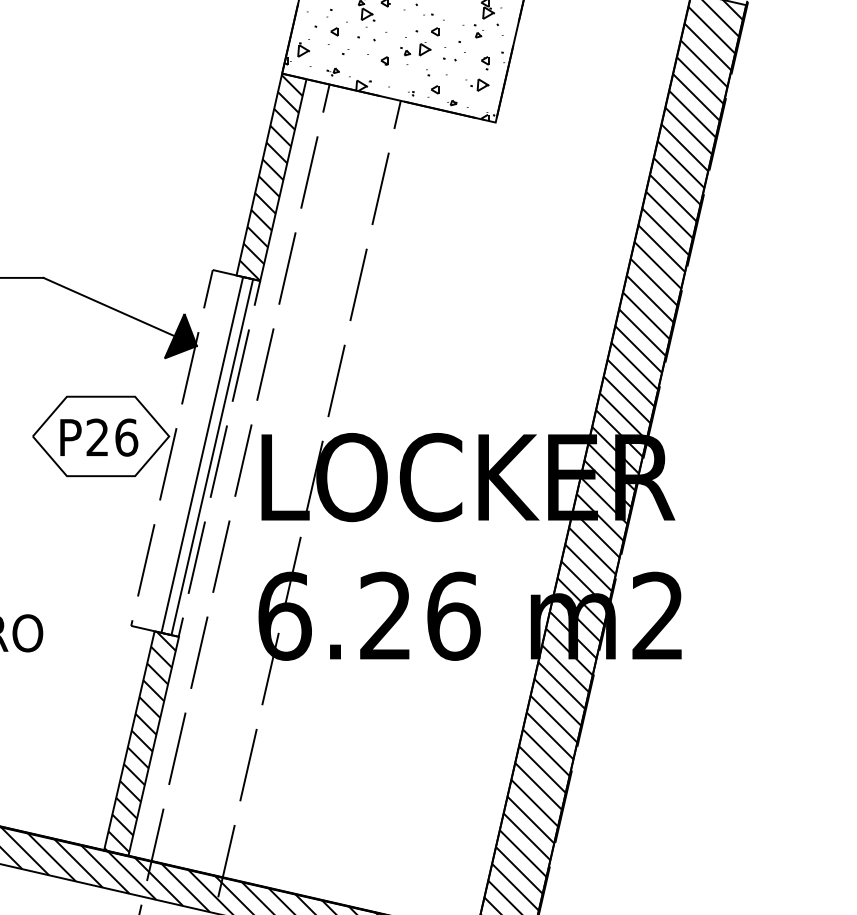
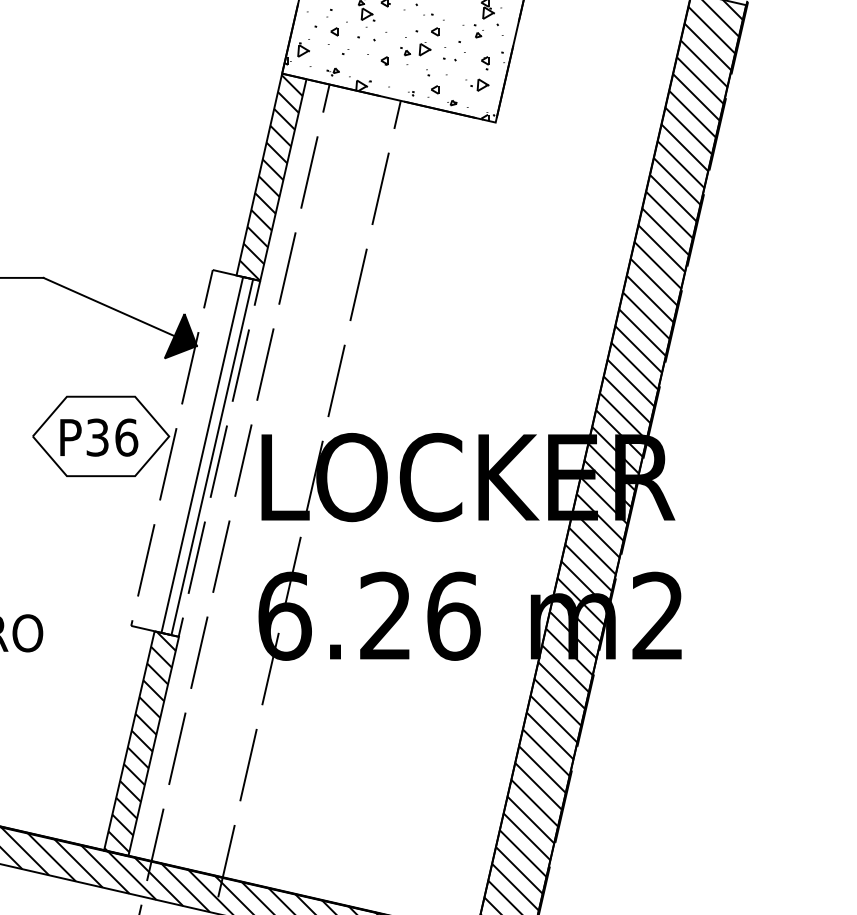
text at (97, 437): P26 -> P36
